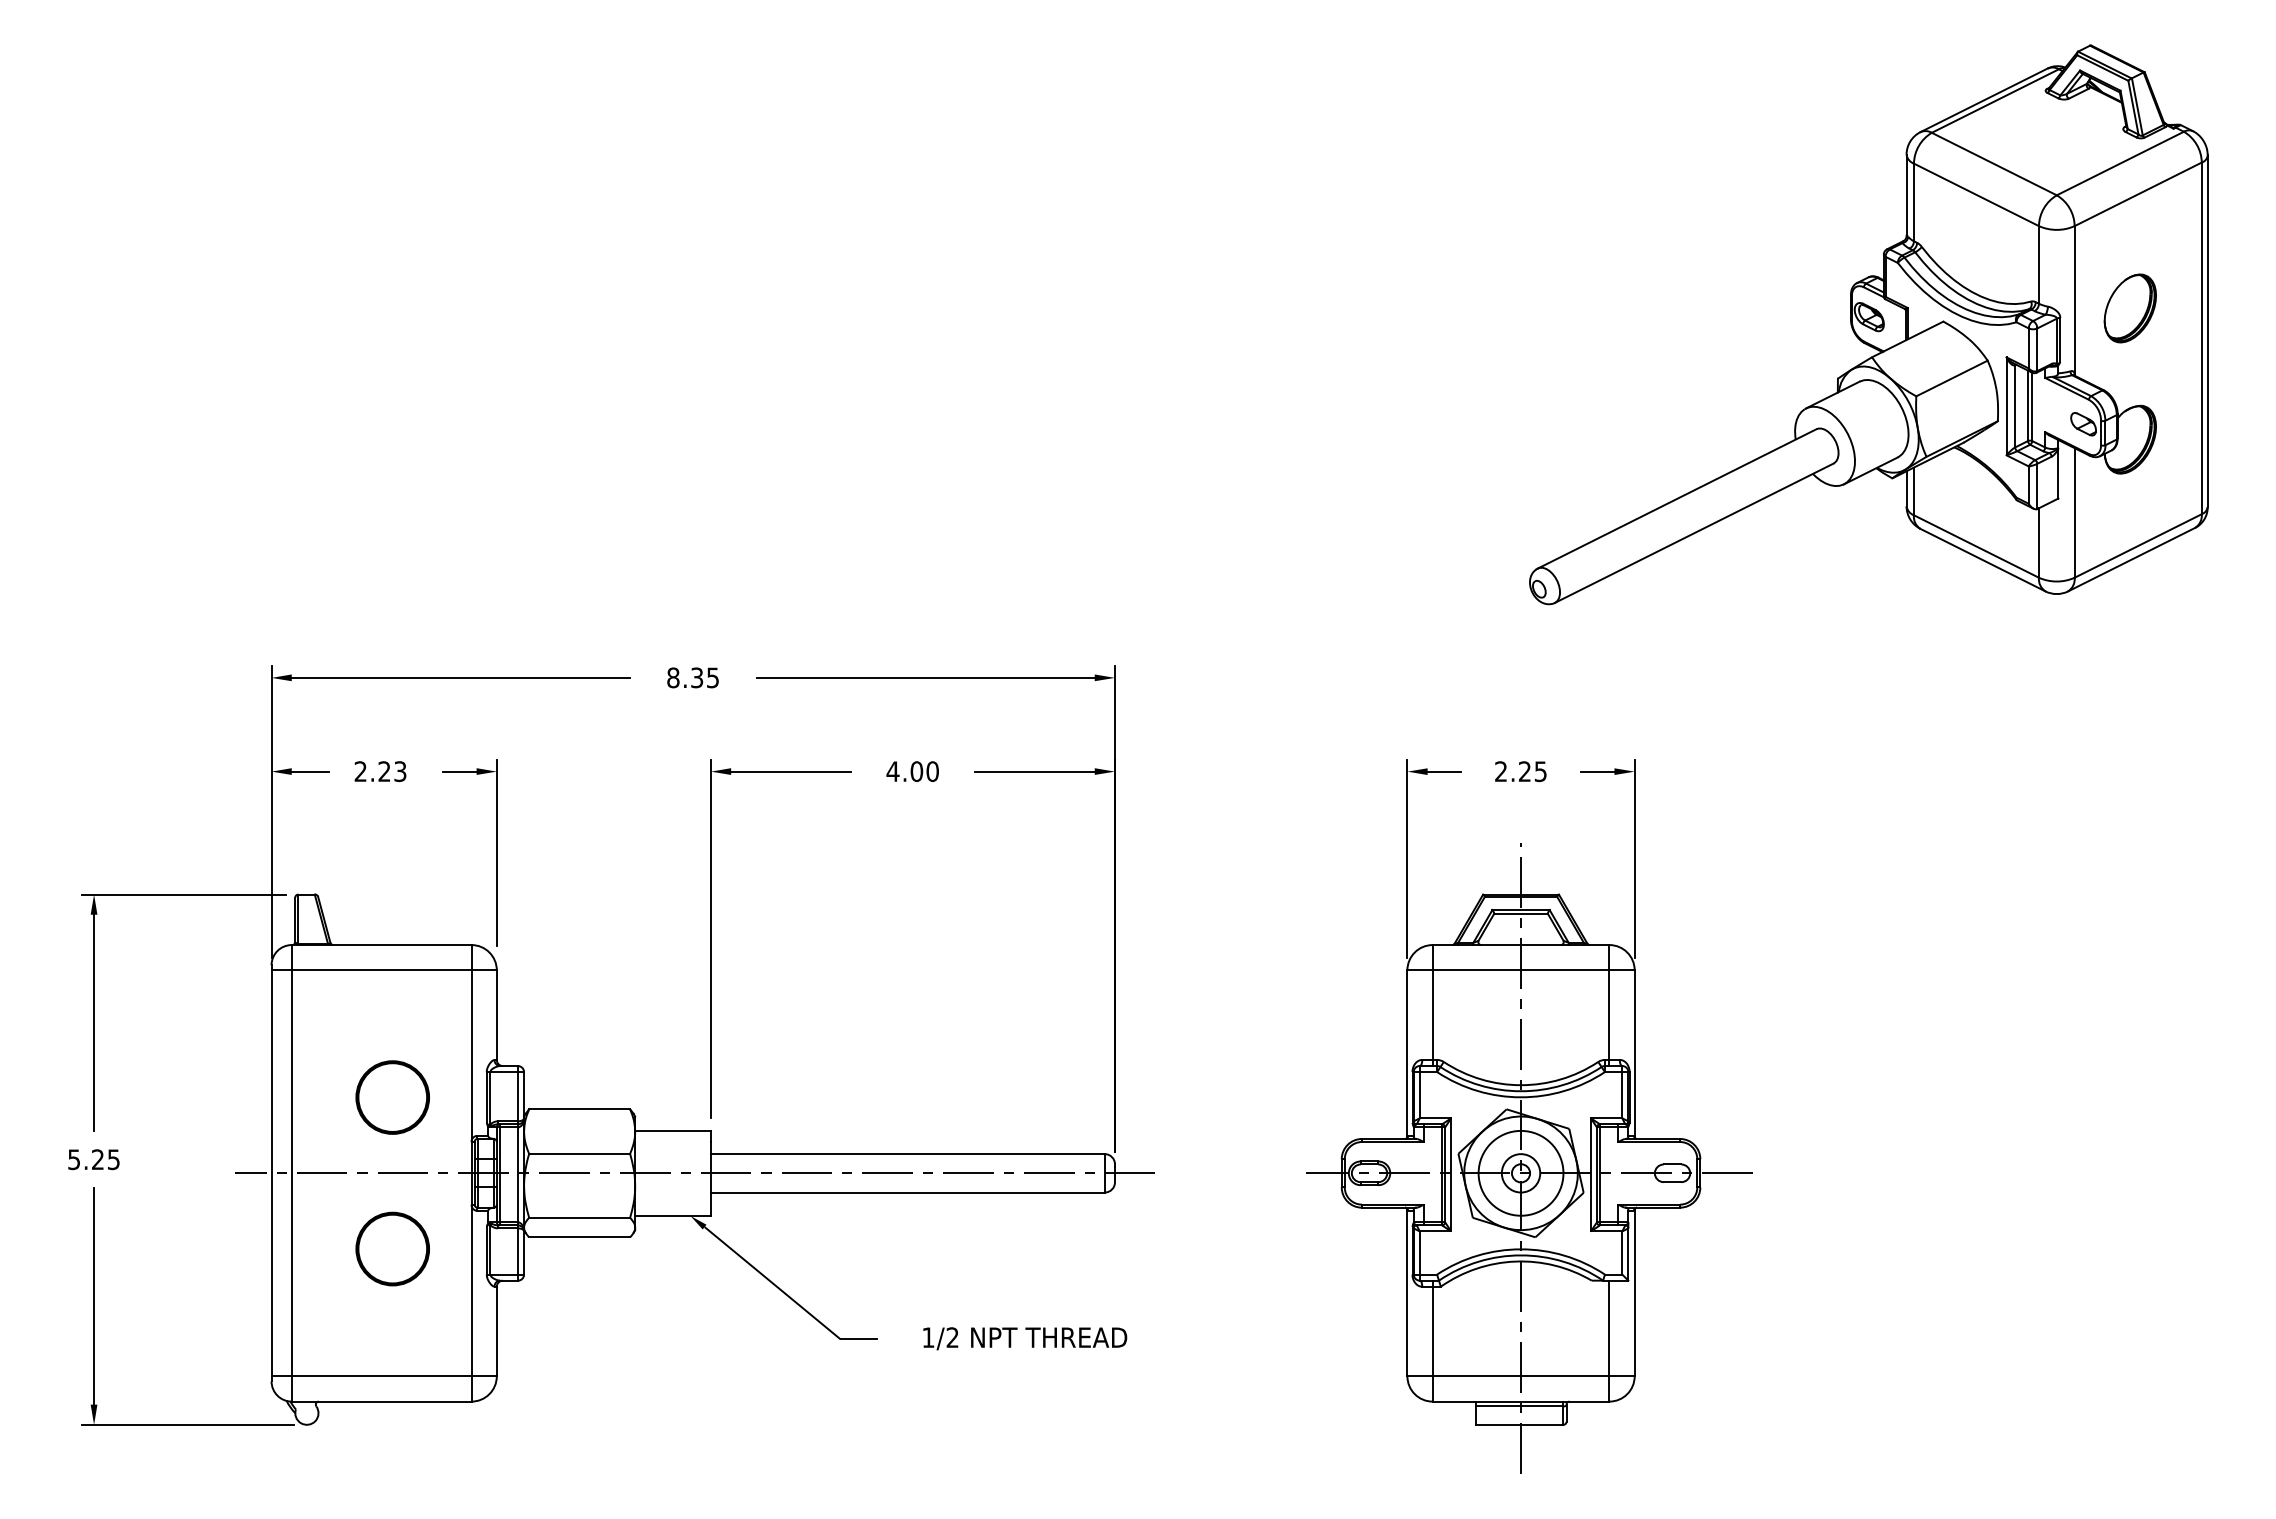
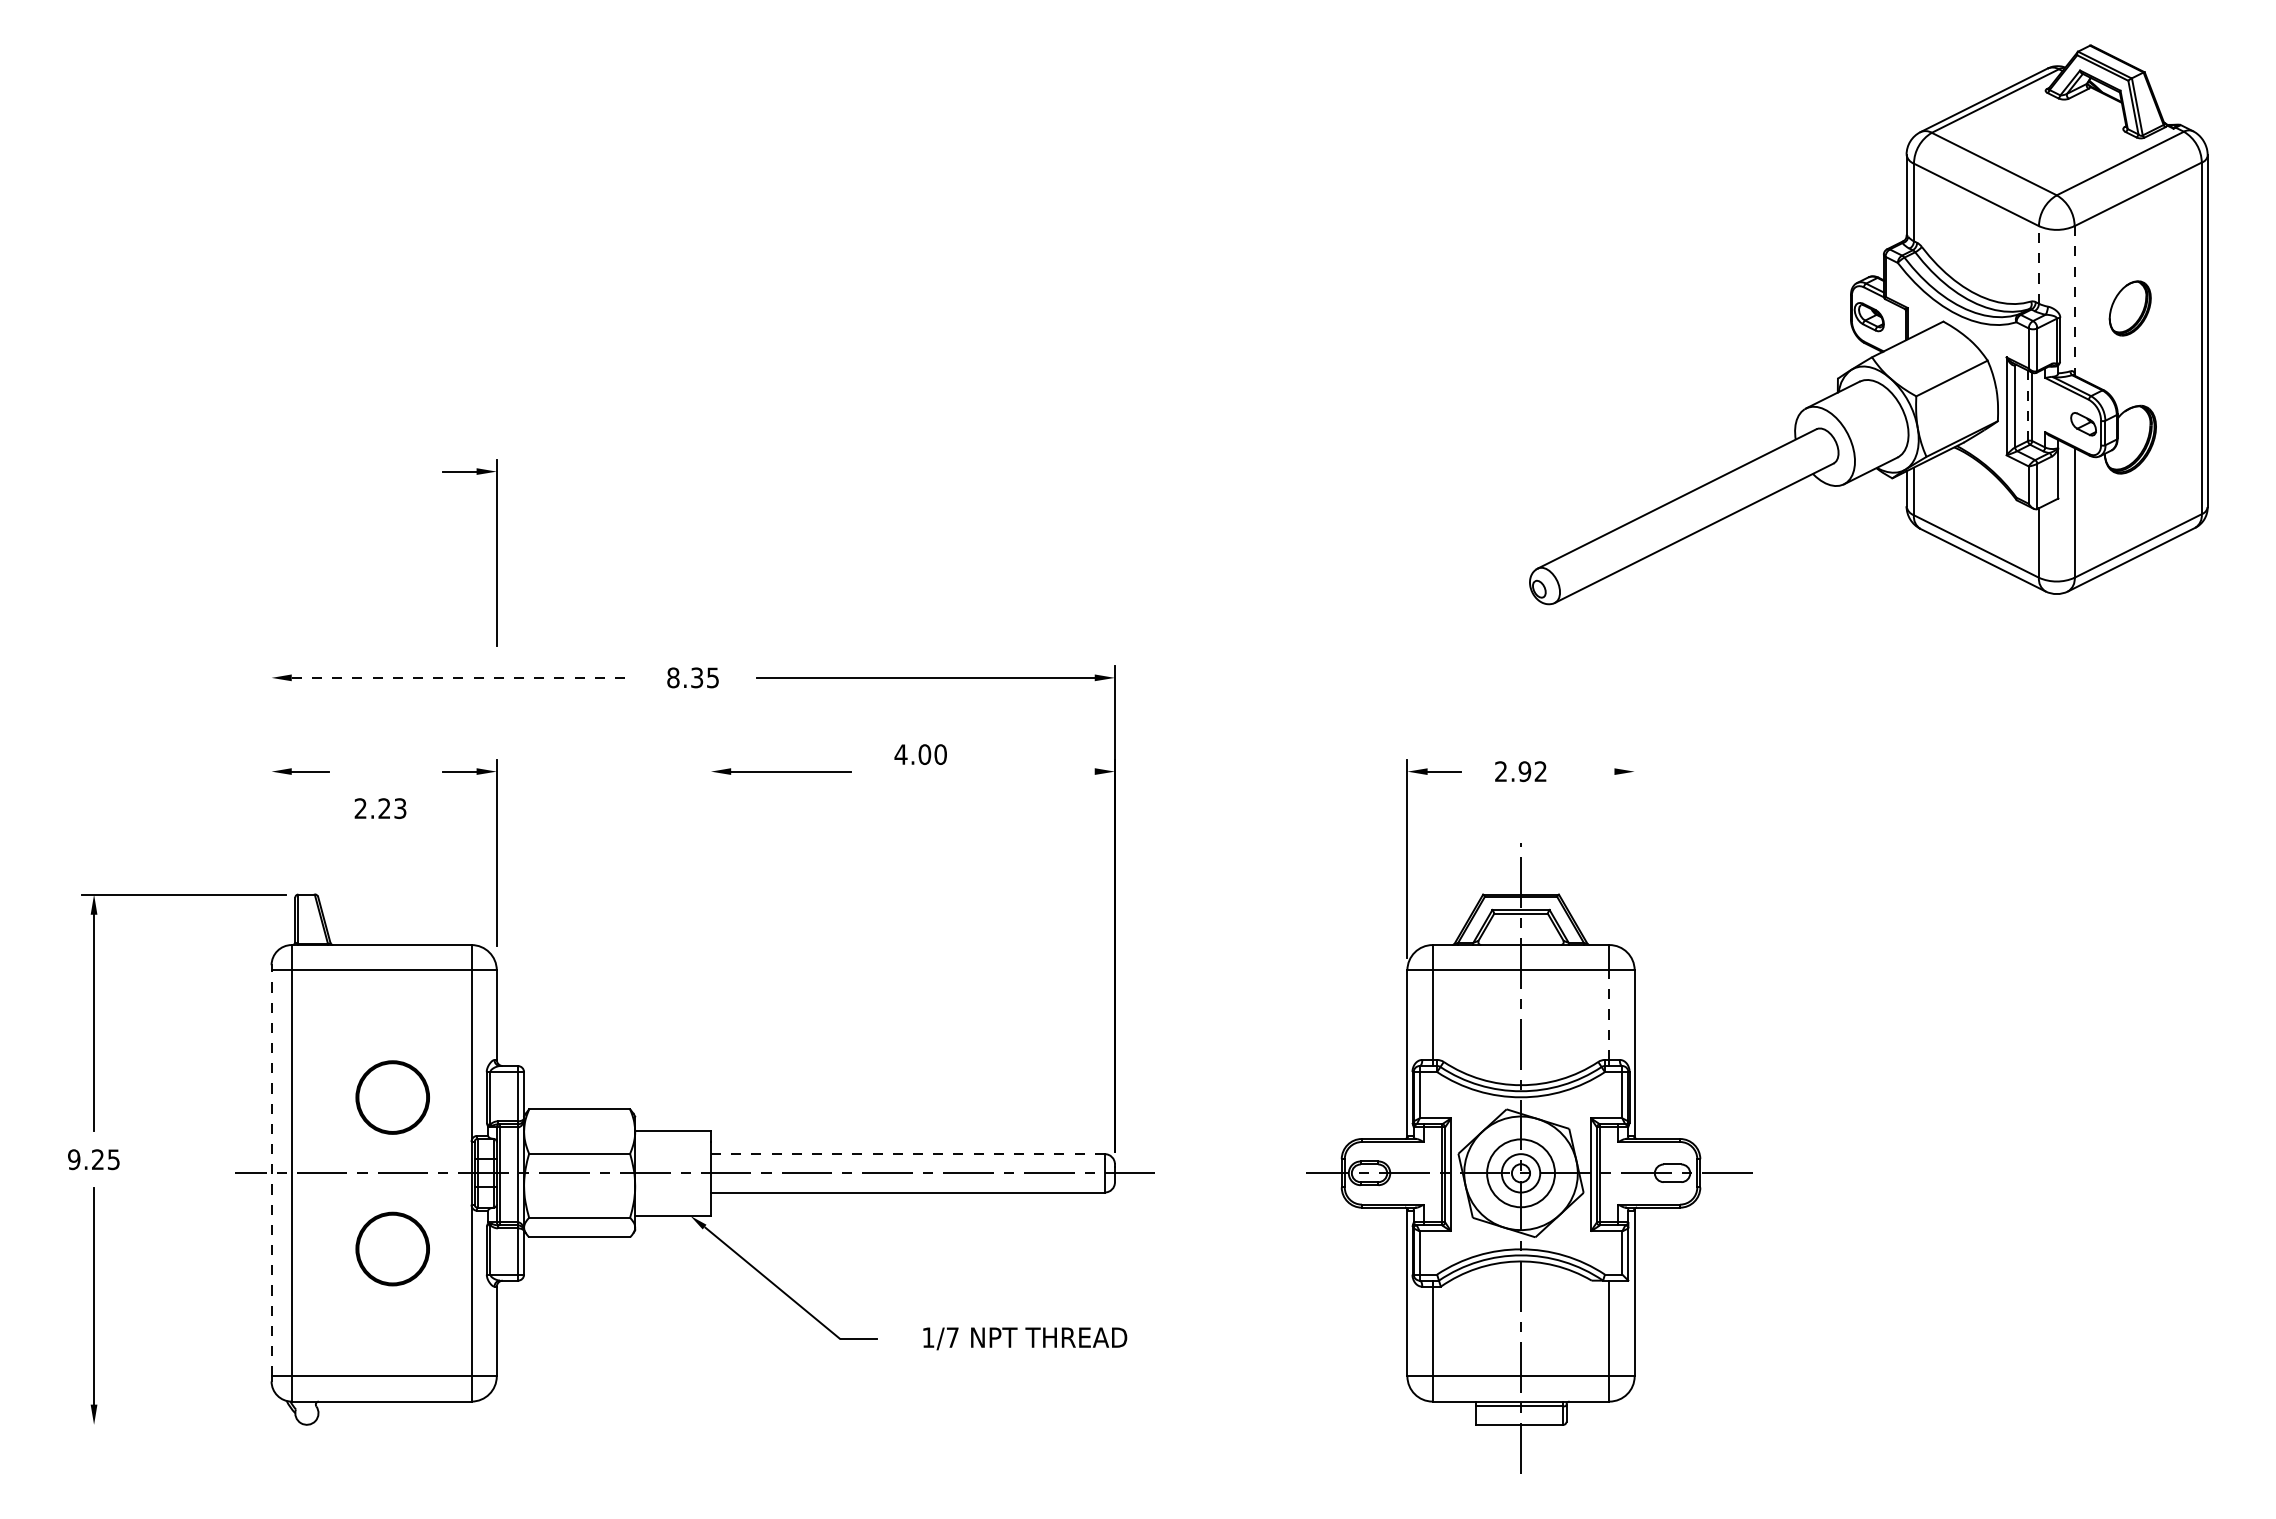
line at (2038, 264): solid -> dashed
line at (2074, 300): solid -> dashed
part at (2129, 308) size: 54x71 px -> 44x57 px
line at (2027, 405): solid -> dashed
part at (496, 552): none -> present
line at (460, 677): solid -> dashed
text at (380, 771) position: (380, 771) -> (380, 808)
text at (912, 771) position: (912, 771) -> (920, 754)
line at (1034, 771): present -> none
text at (1532, 771): 2.25 -> 2.92
line at (1597, 771): present -> none
line at (271, 811): present -> none
line at (1634, 858): present -> none
line at (710, 938): present -> none
line at (1609, 1015): solid -> dashed
line at (907, 1154): solid -> dashed
text at (74, 1159): 5.25 -> 9.25
line at (271, 1172): solid -> dashed
circle at (1520, 1172) diameter: 85 px -> 68 px
text at (952, 1337): 1/2 -> 1/7
line at (187, 1424): present -> none
